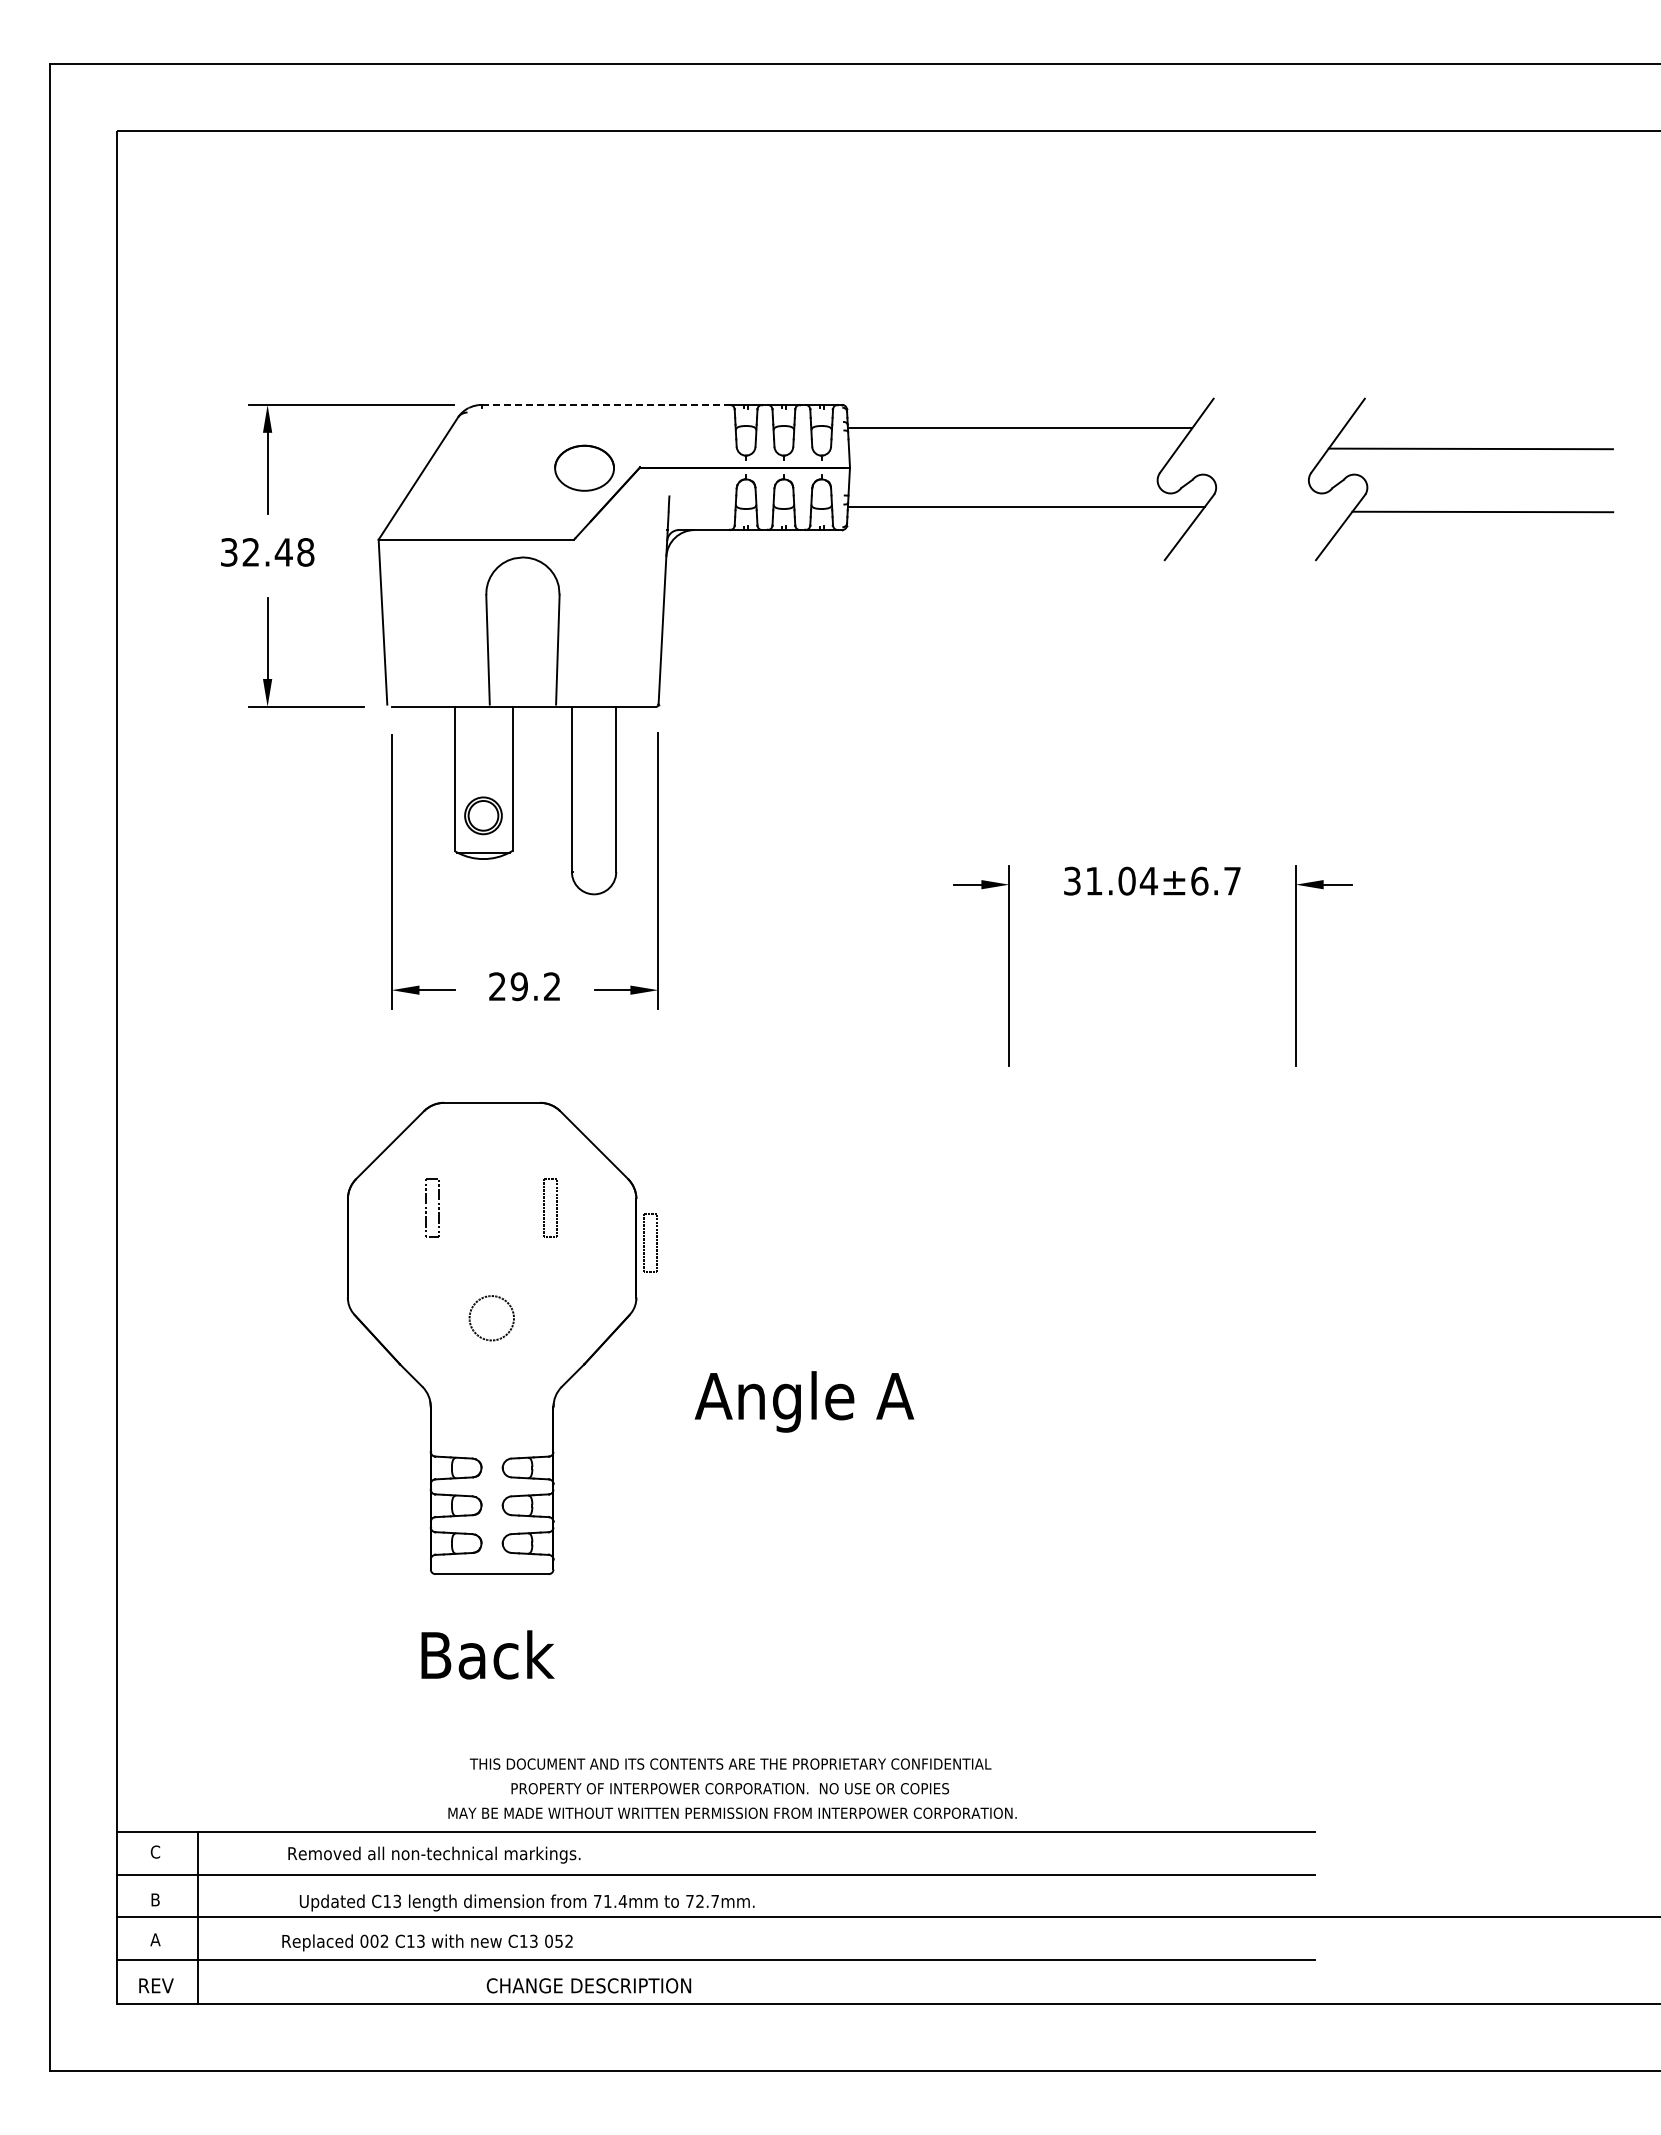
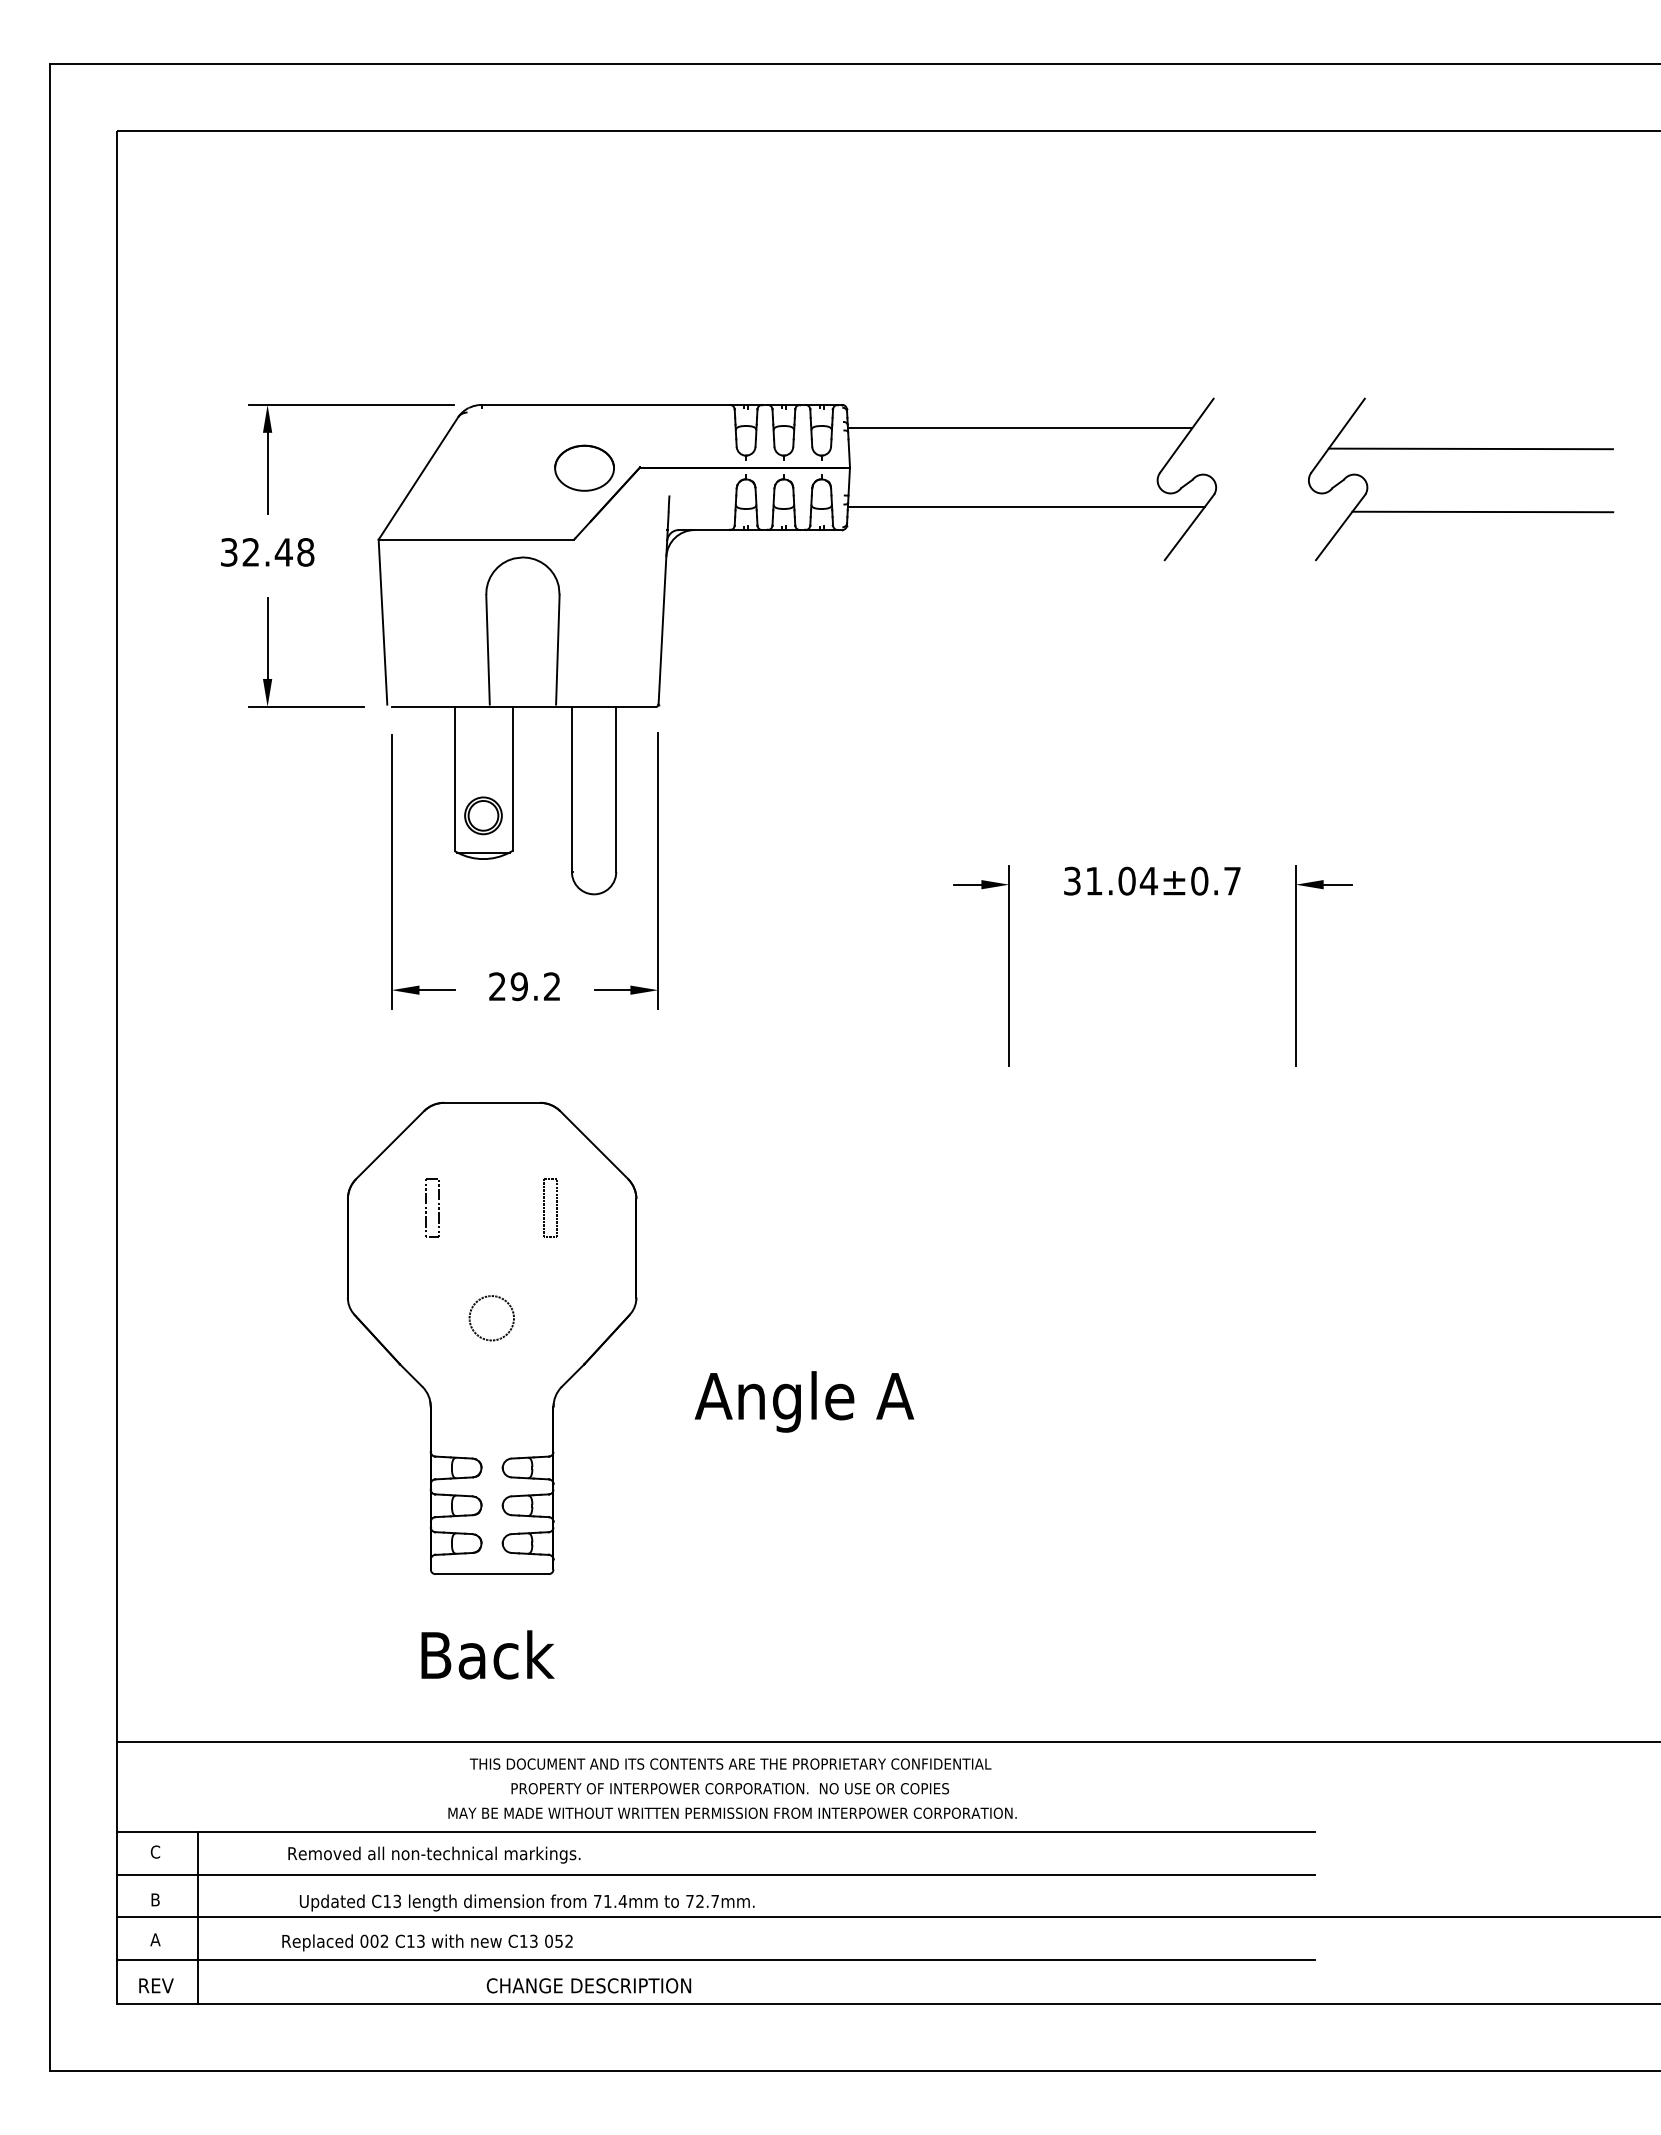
line at (606, 404): dashed -> solid
text at (1199, 880): 31.04±6.7 -> 31.04±0.7
part at (650, 1242): present -> none
line at (886, 1742): none -> present
